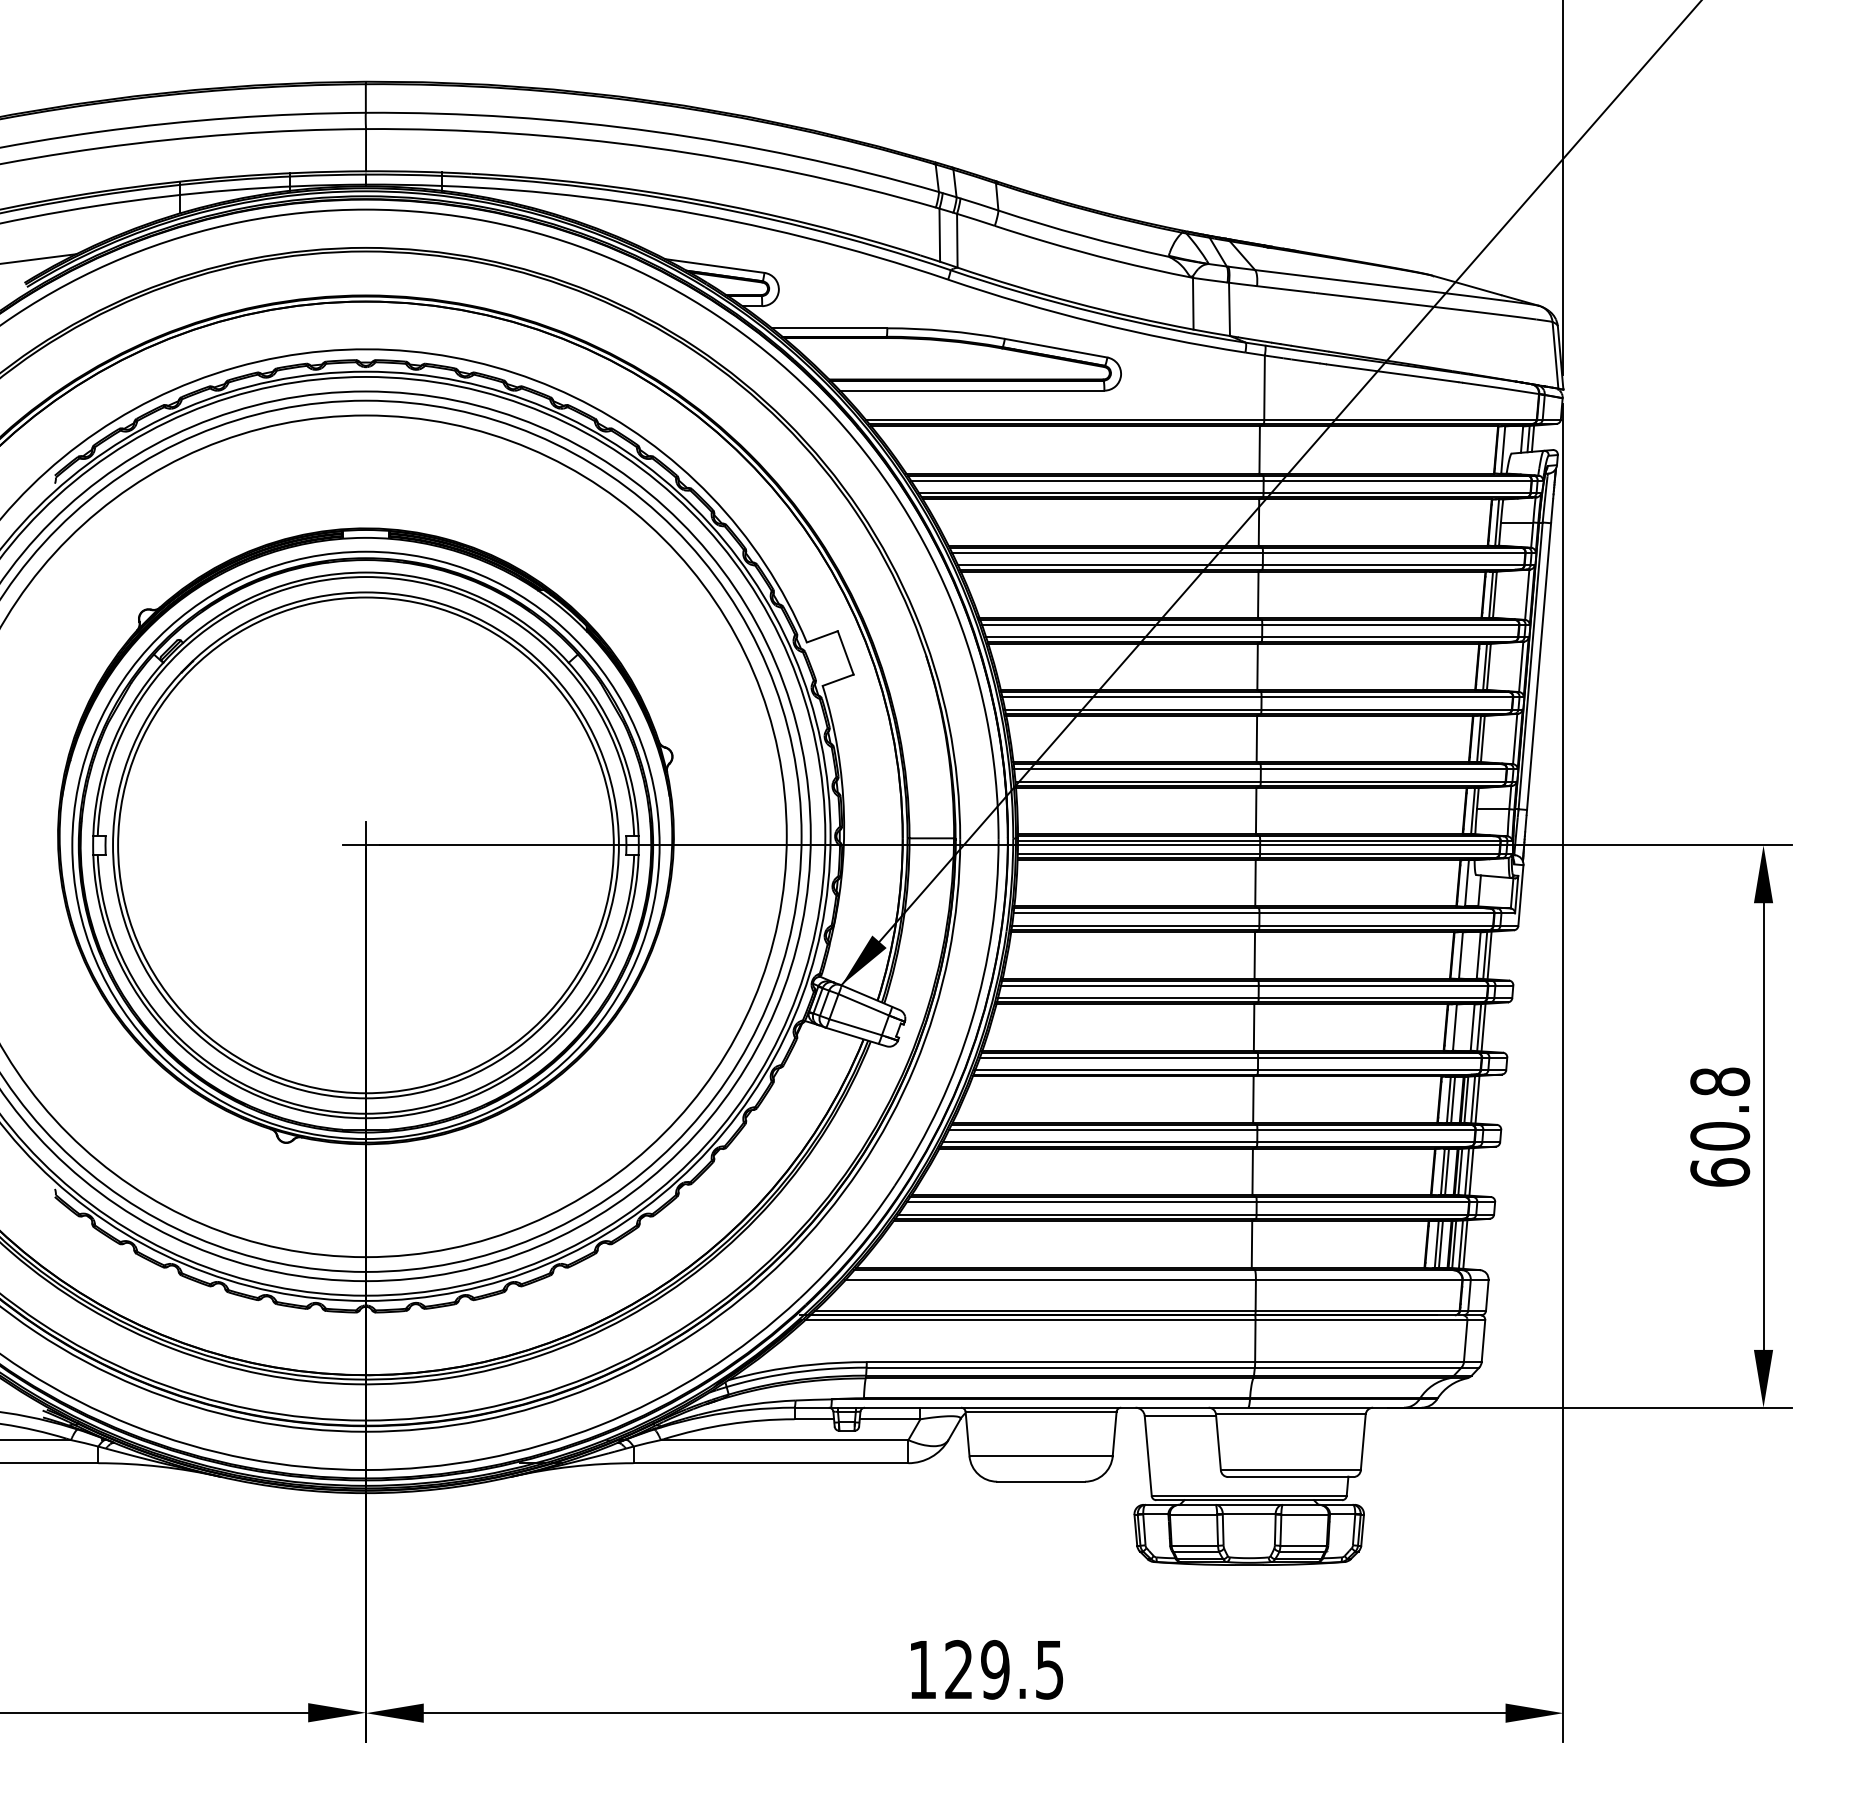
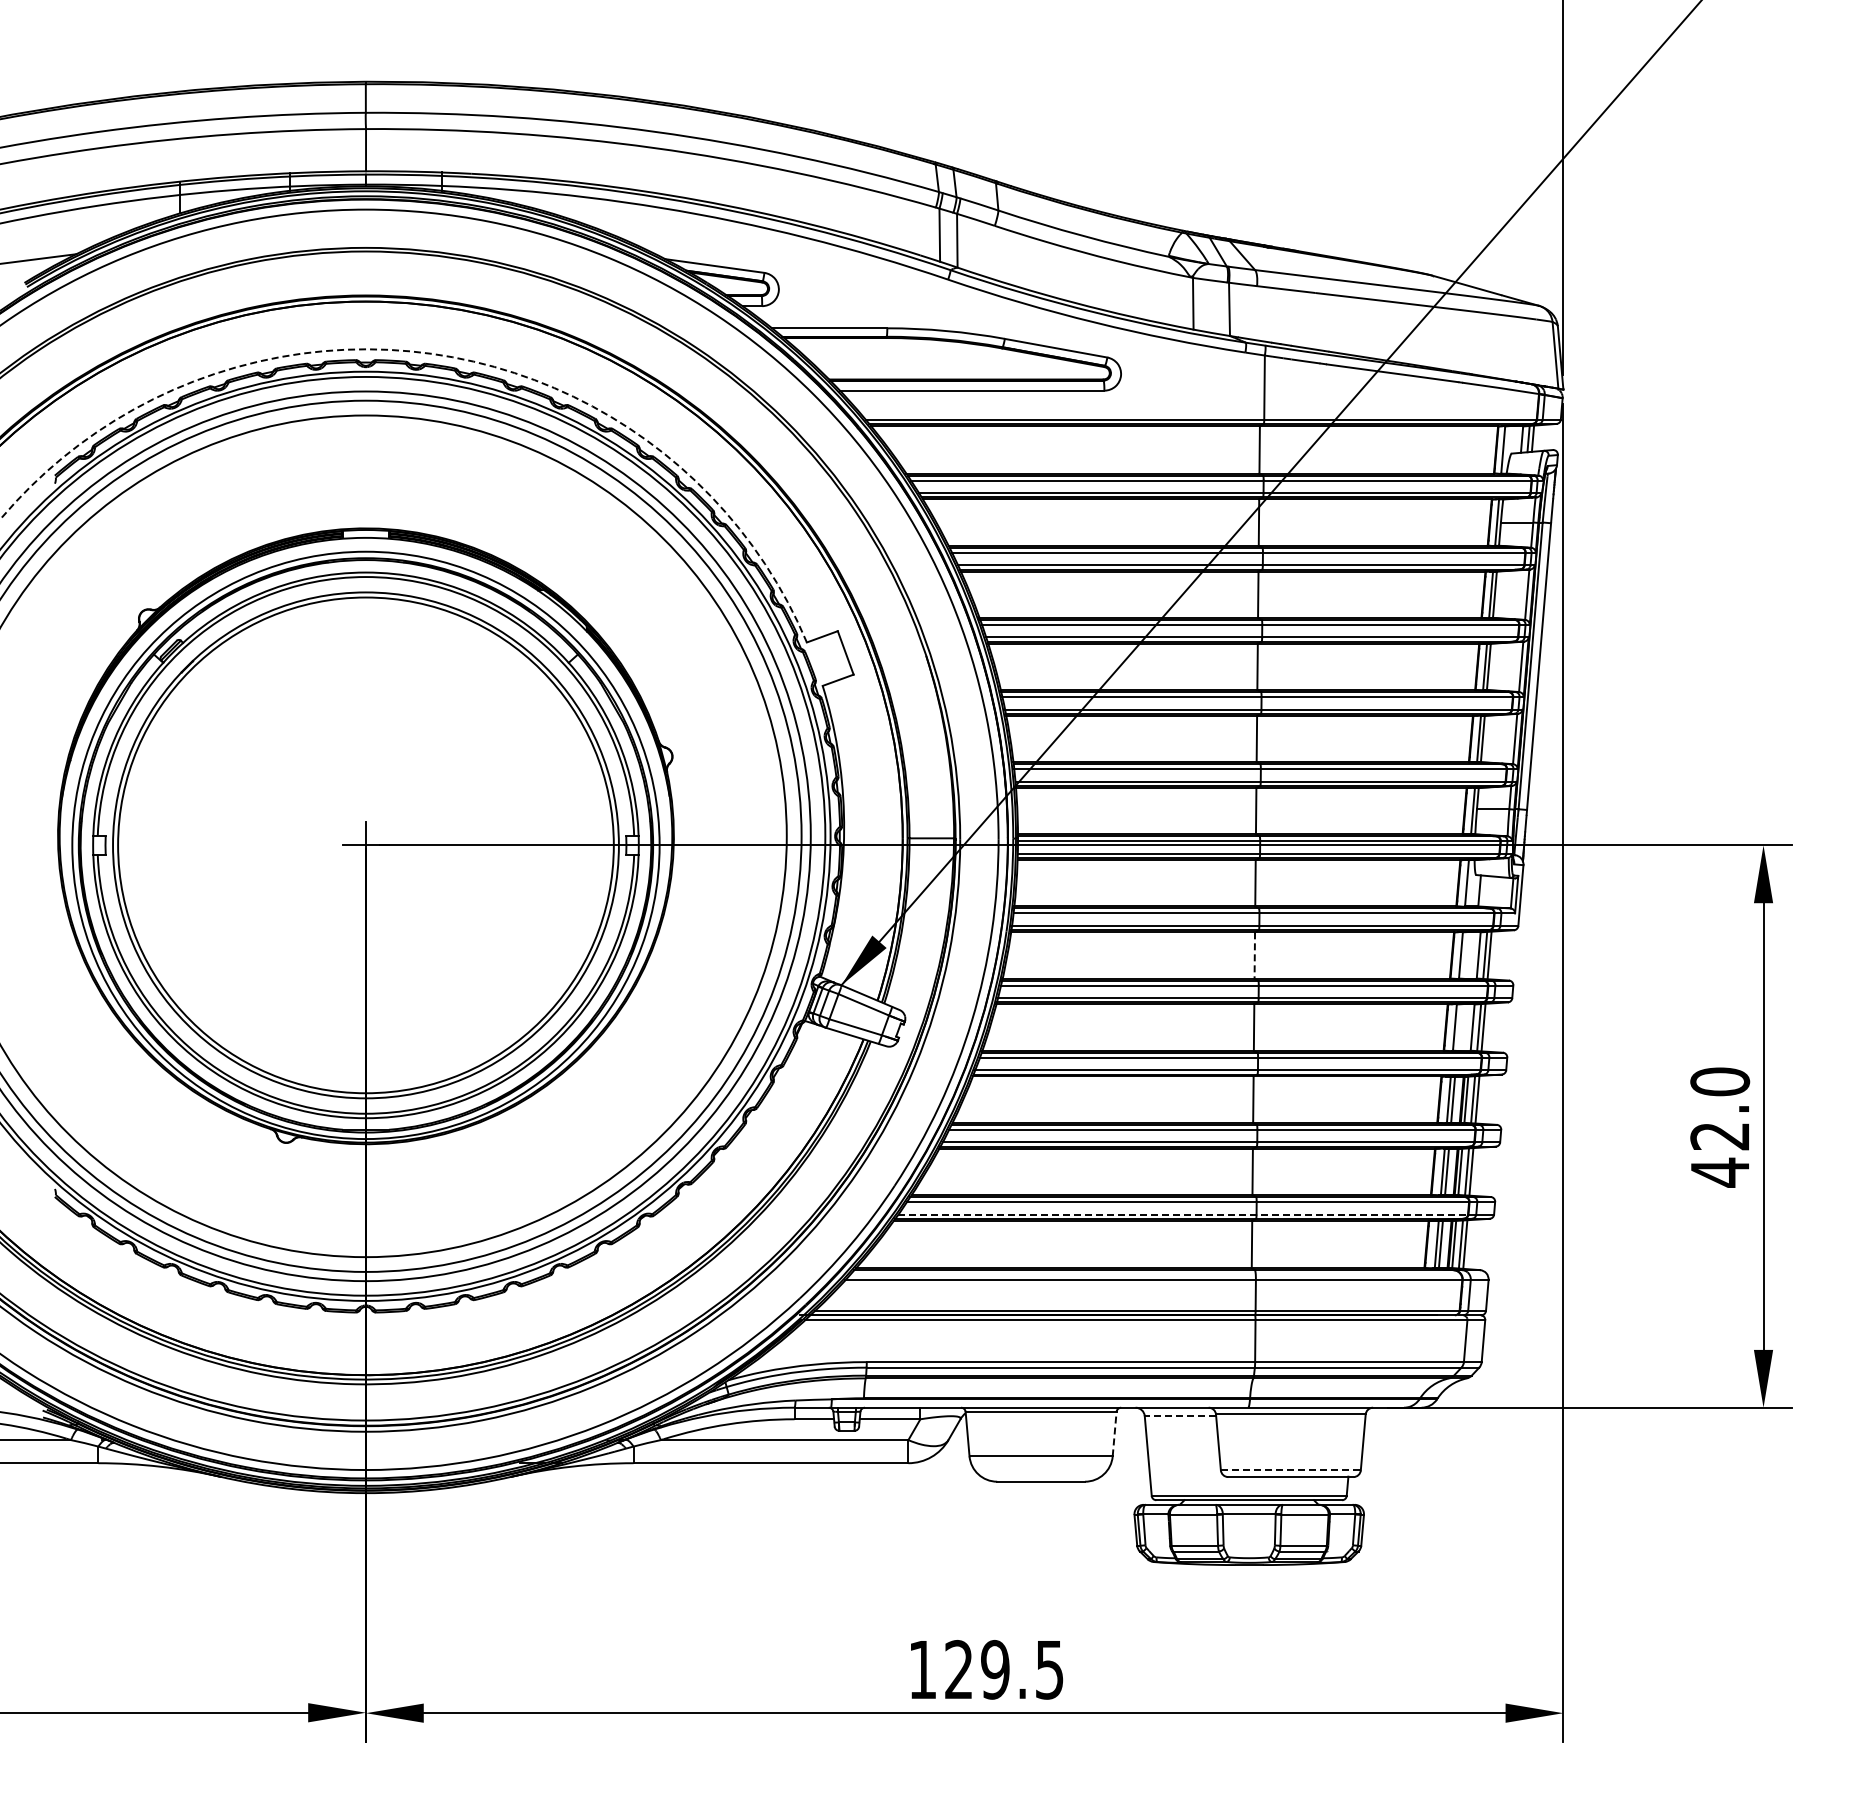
arc at (437, 354): solid -> dashed
line at (1254, 956): solid -> dashed
text at (1720, 1127): 60.8 -> 42.0
line at (1183, 1214): solid -> dashed
line at (1180, 1416): solid -> dashed
line at (1114, 1433): solid -> dashed
line at (1290, 1470): solid -> dashed
